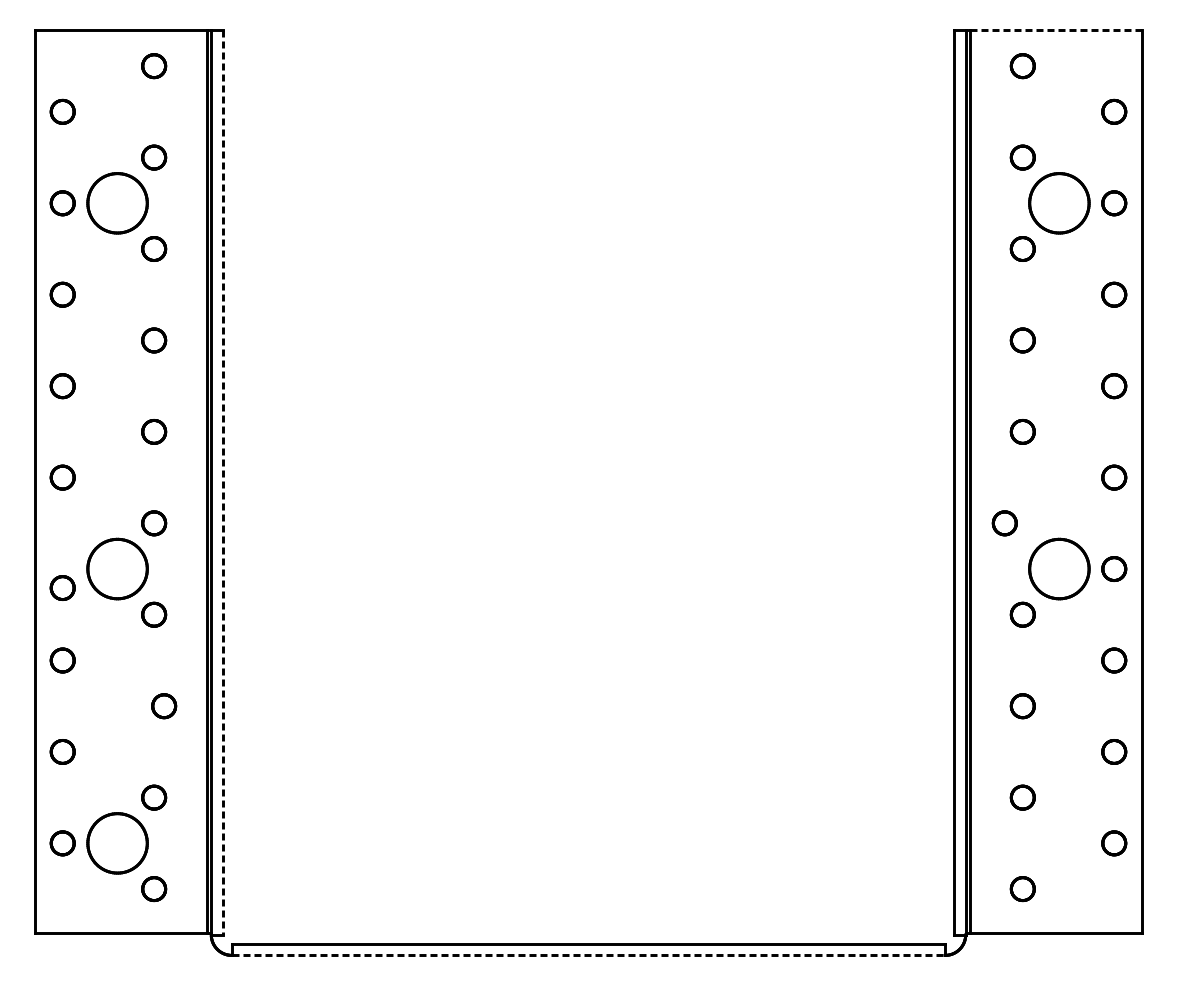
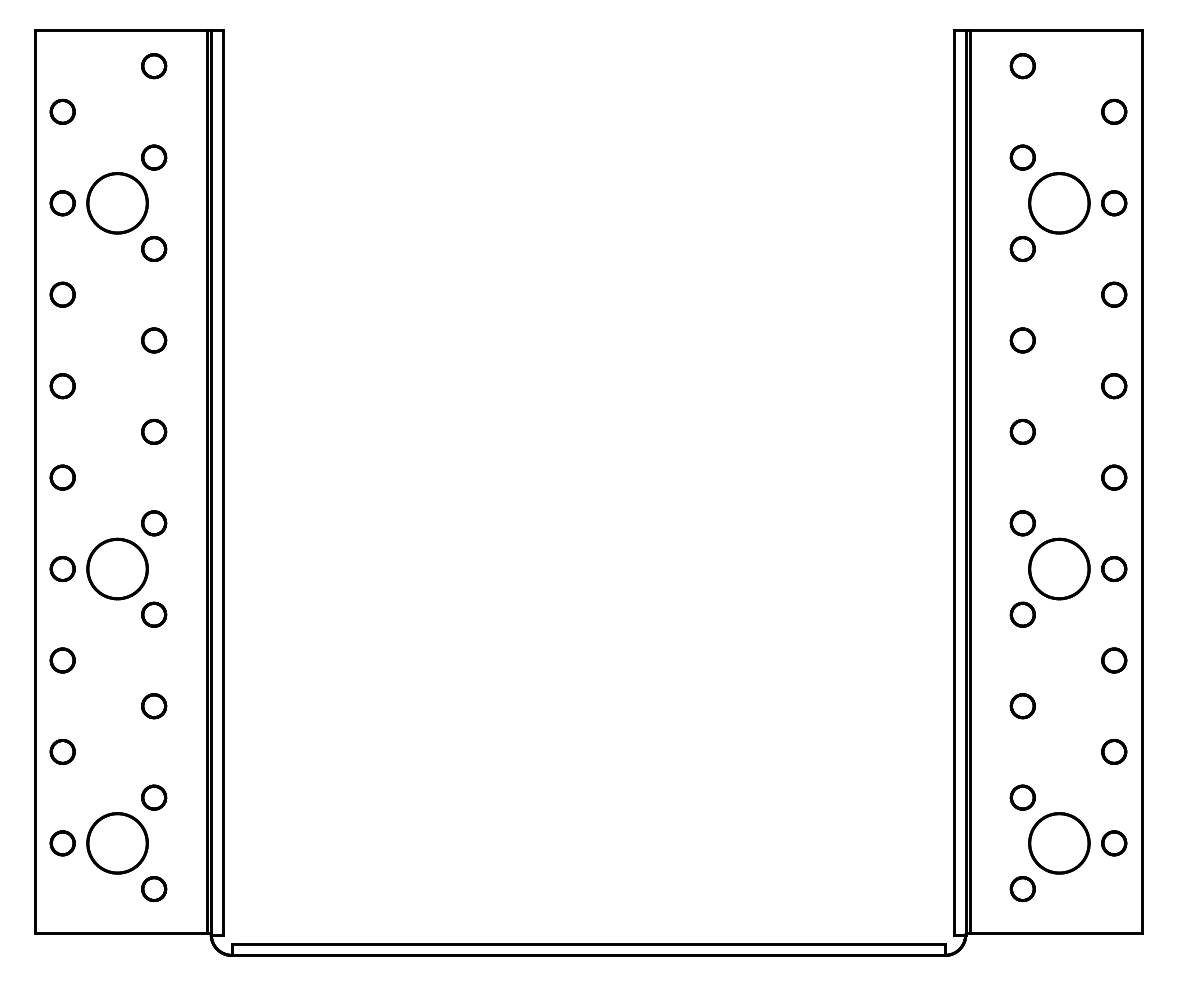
line at (1055, 29): dashed -> solid
line at (222, 482): dashed -> solid
part at (1004, 523) position: (1004, 523) -> (1022, 523)
part at (62, 587) position: (62, 587) -> (62, 568)
part at (164, 706) position: (164, 706) -> (154, 706)
part at (1059, 843): none -> present
line at (588, 955): dashed -> solid
